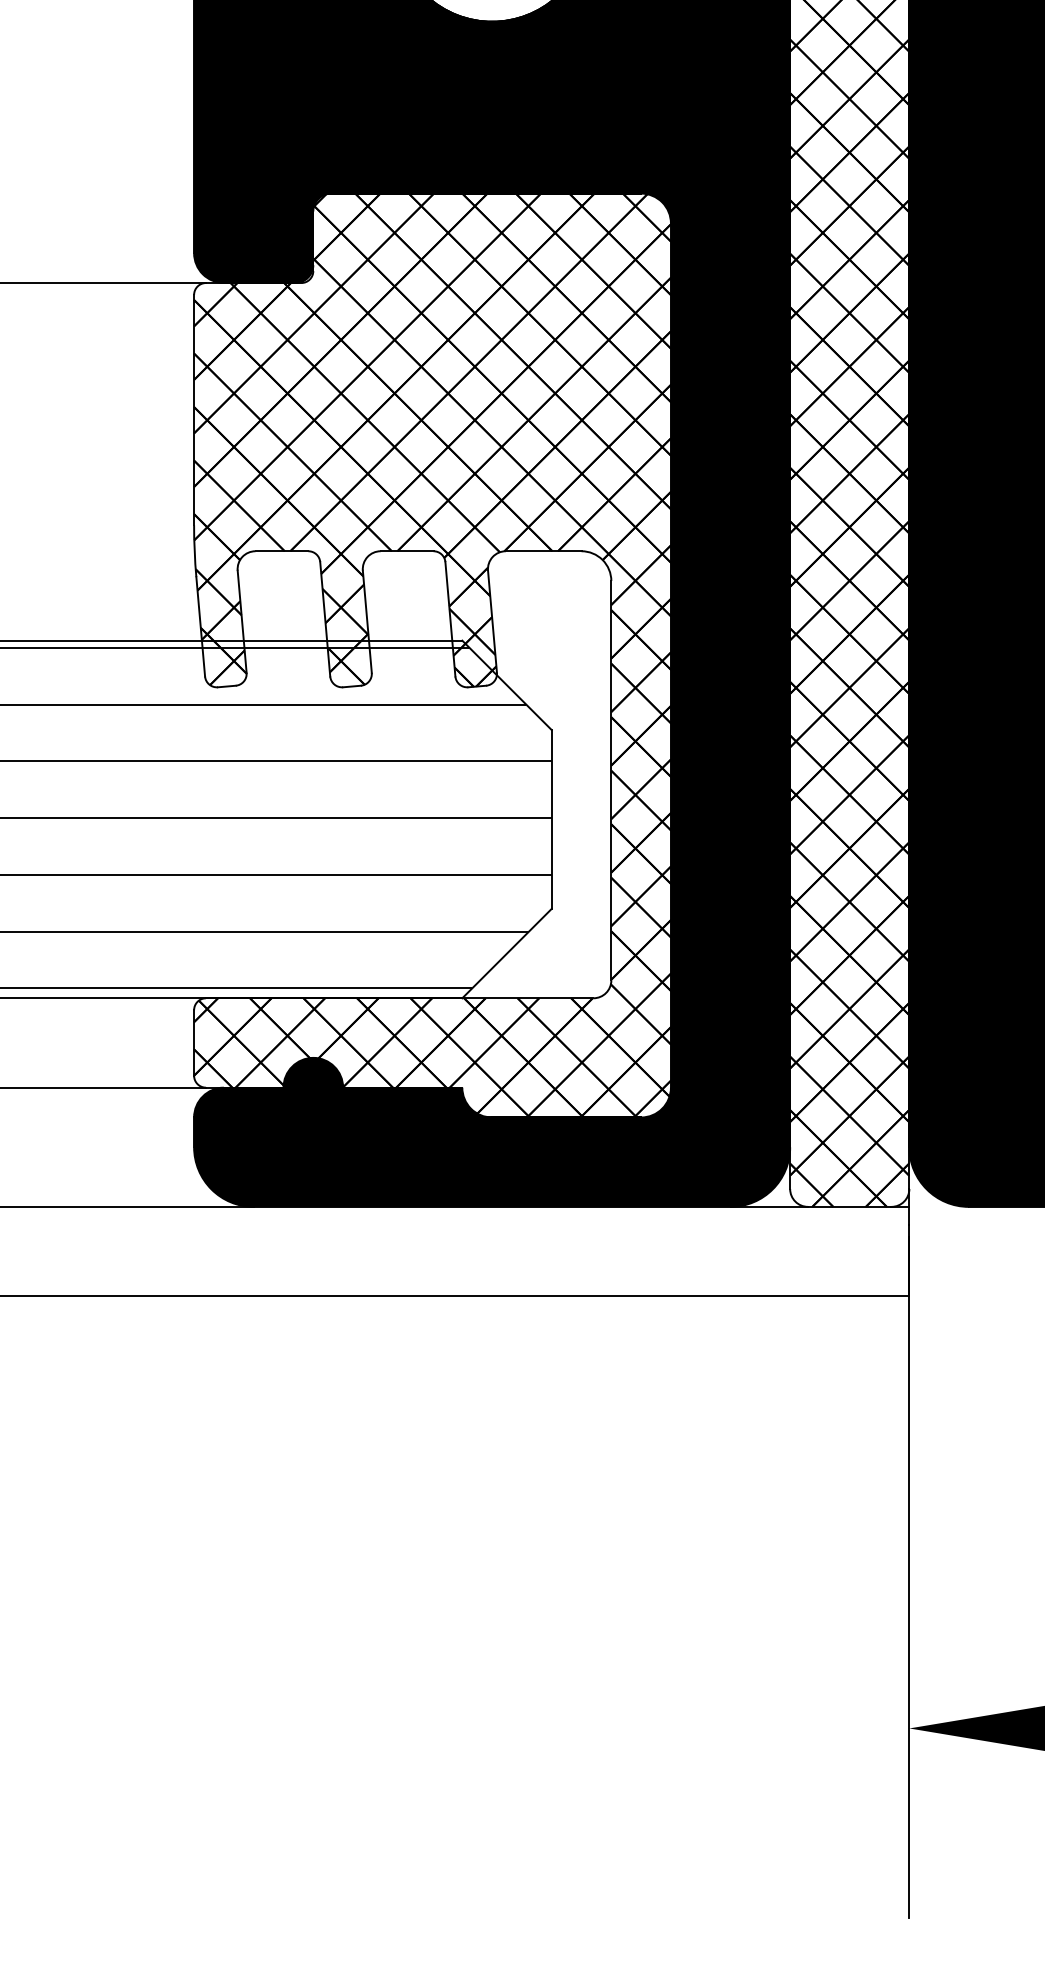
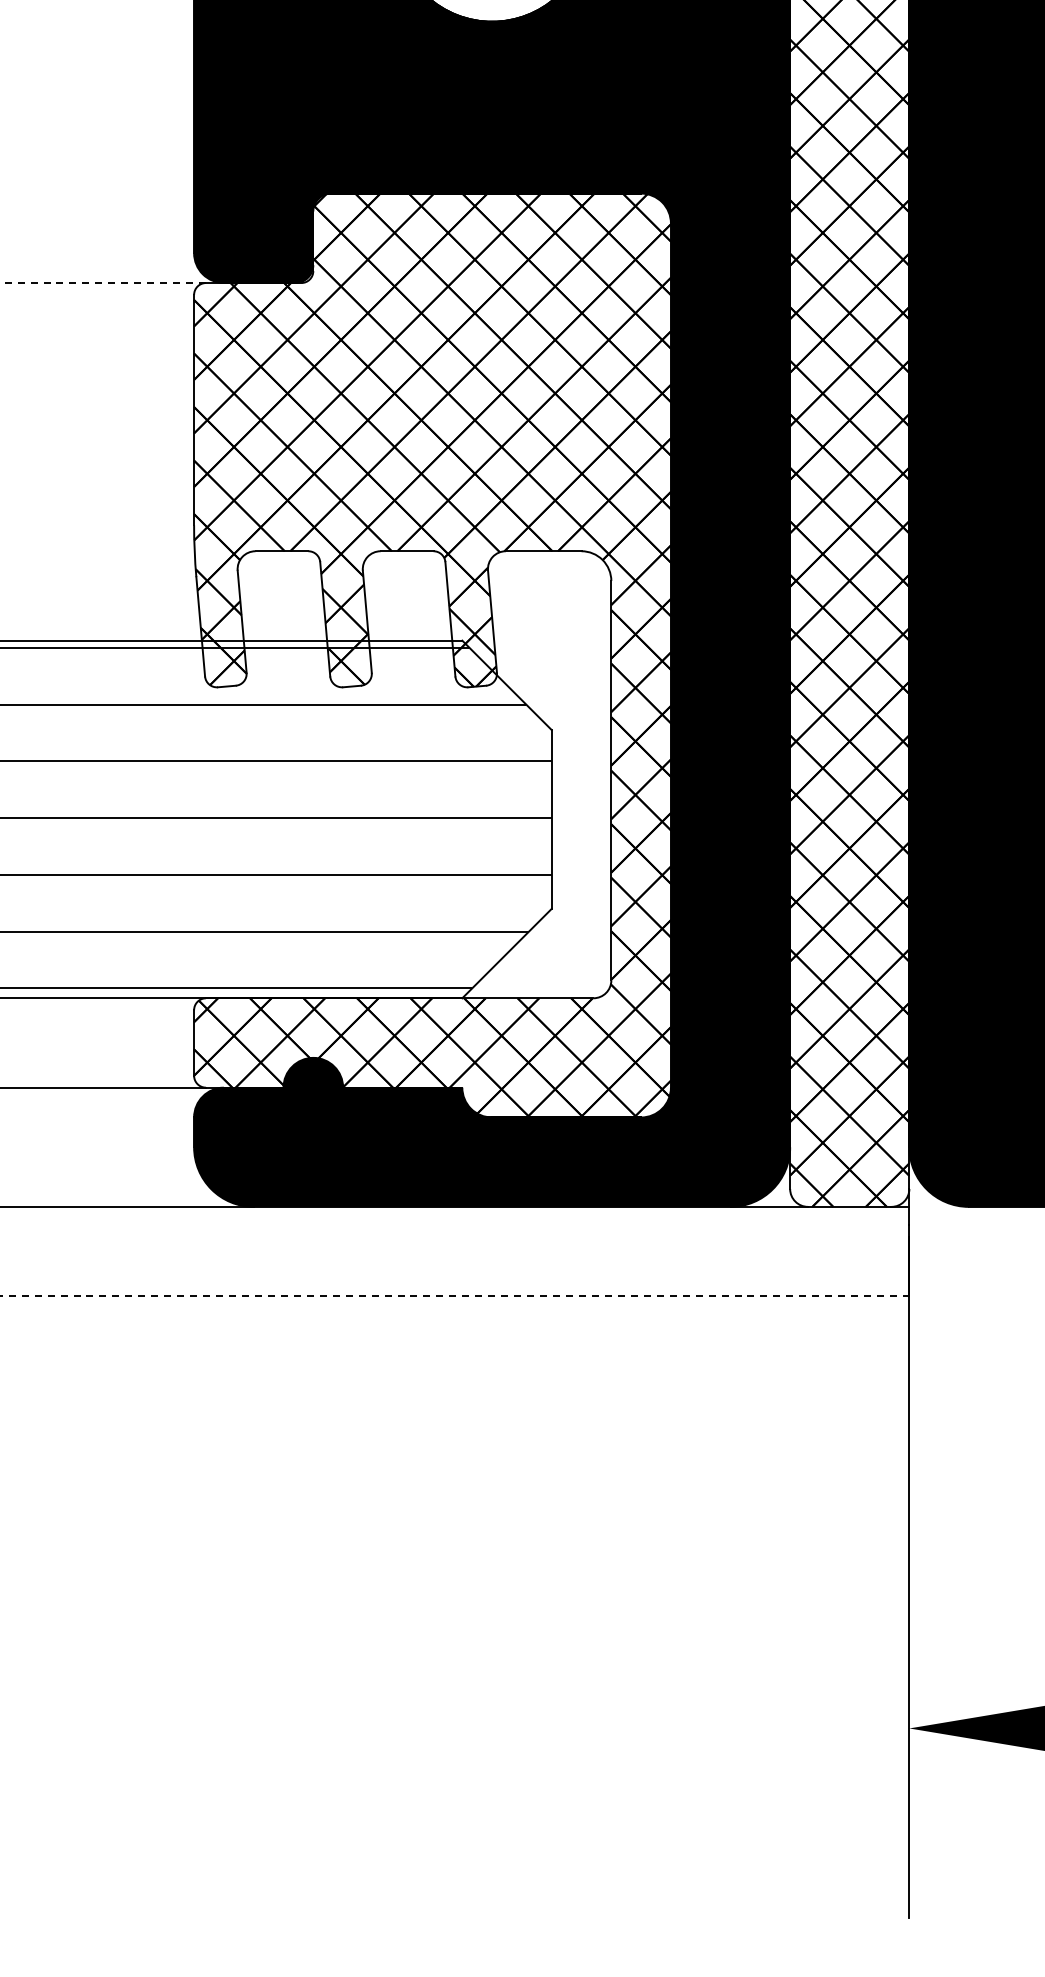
line at (103, 283): solid -> dashed
line at (455, 1296): solid -> dashed
